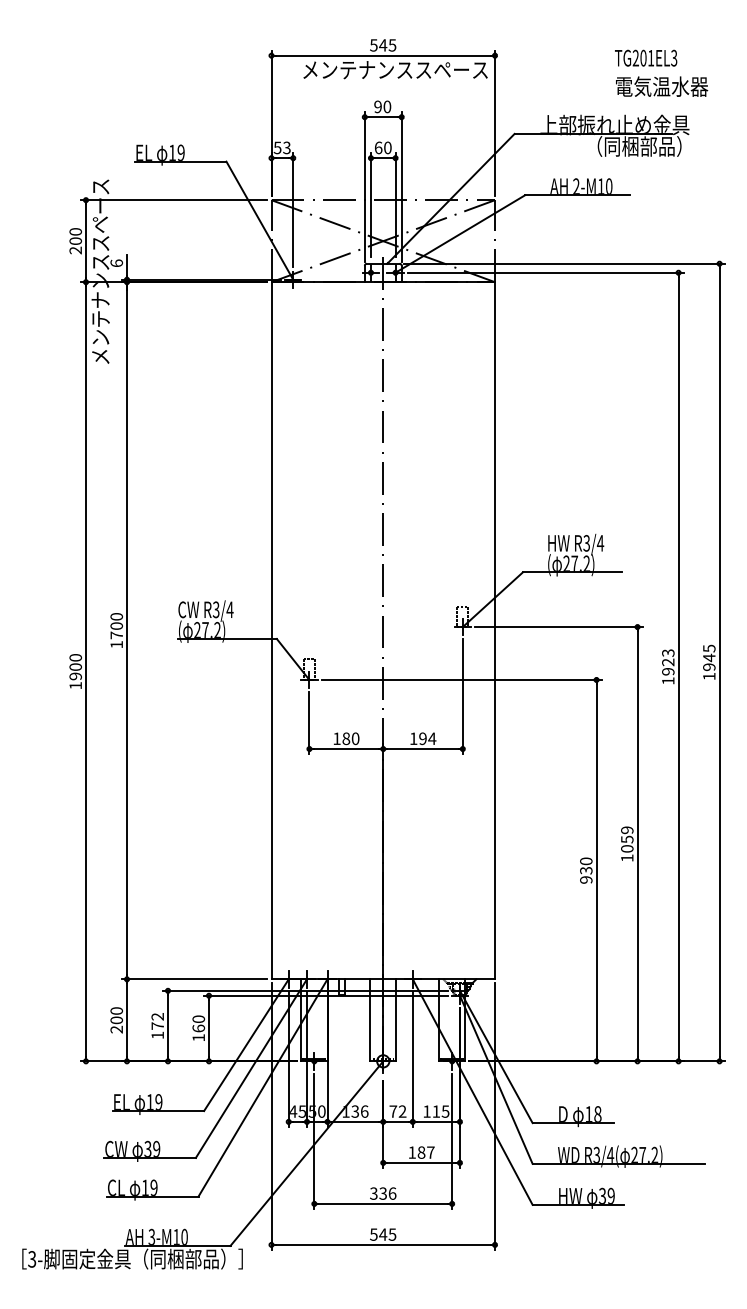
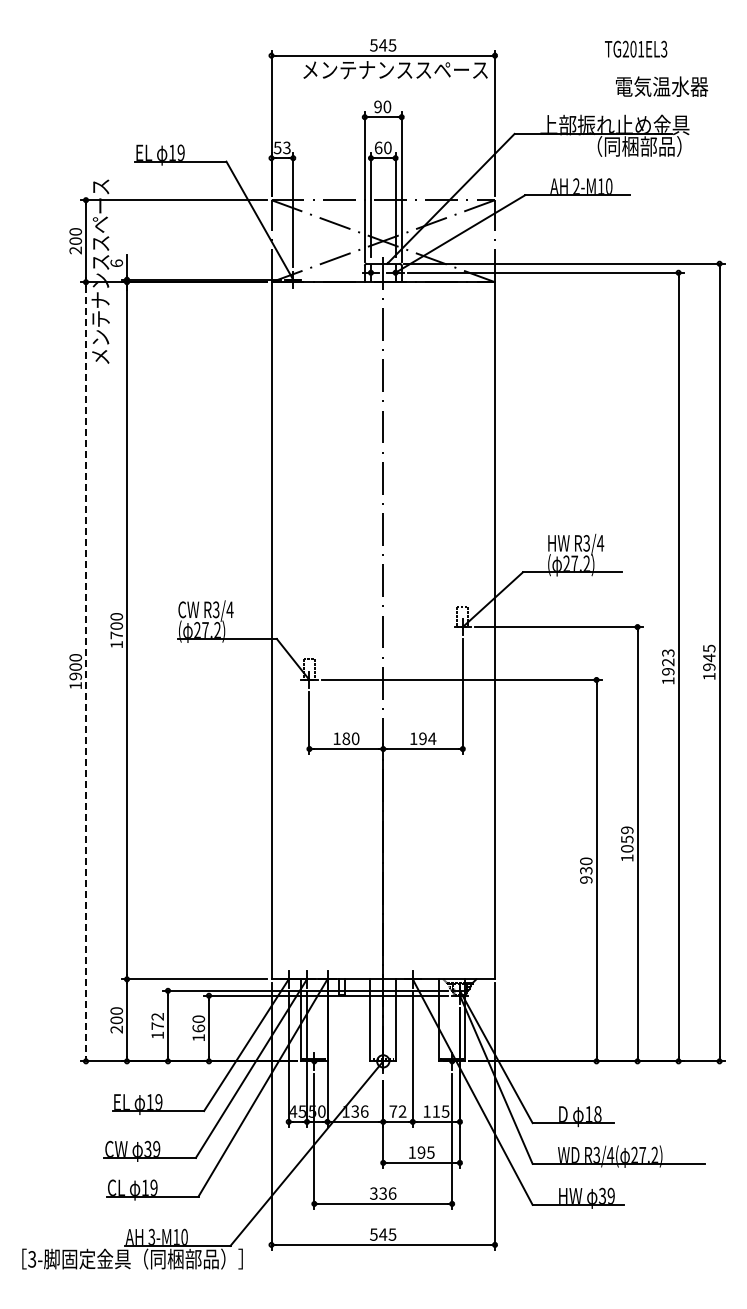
text at (646, 57) position: (646, 57) -> (636, 48)
line at (86, 672): solid -> dashed
text at (425, 1152): 187 -> 195
